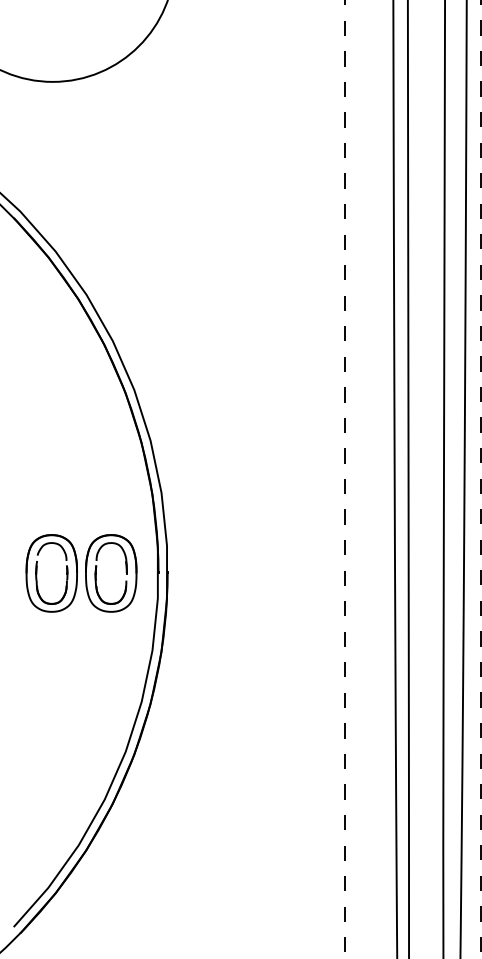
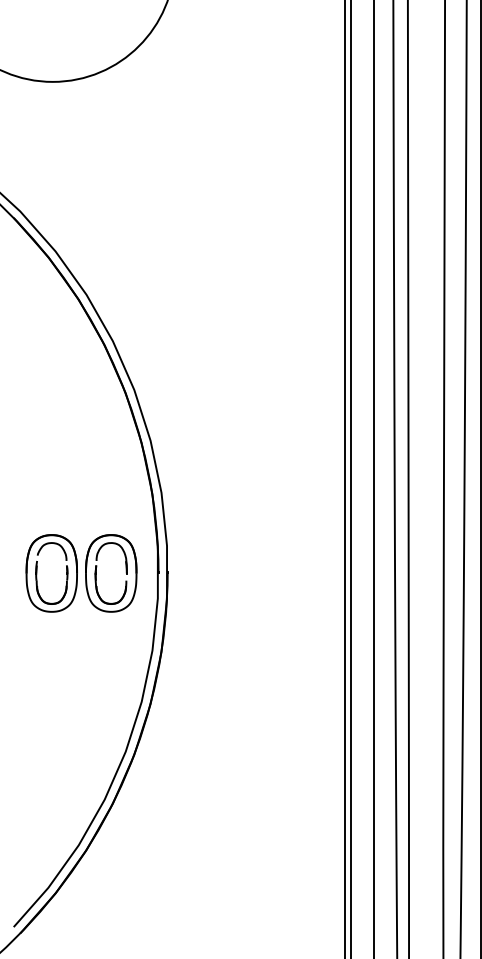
line at (351, 478): none -> present
line at (373, 478): none -> present
line at (344, 479): dashed -> solid
line at (480, 479): dashed -> solid
